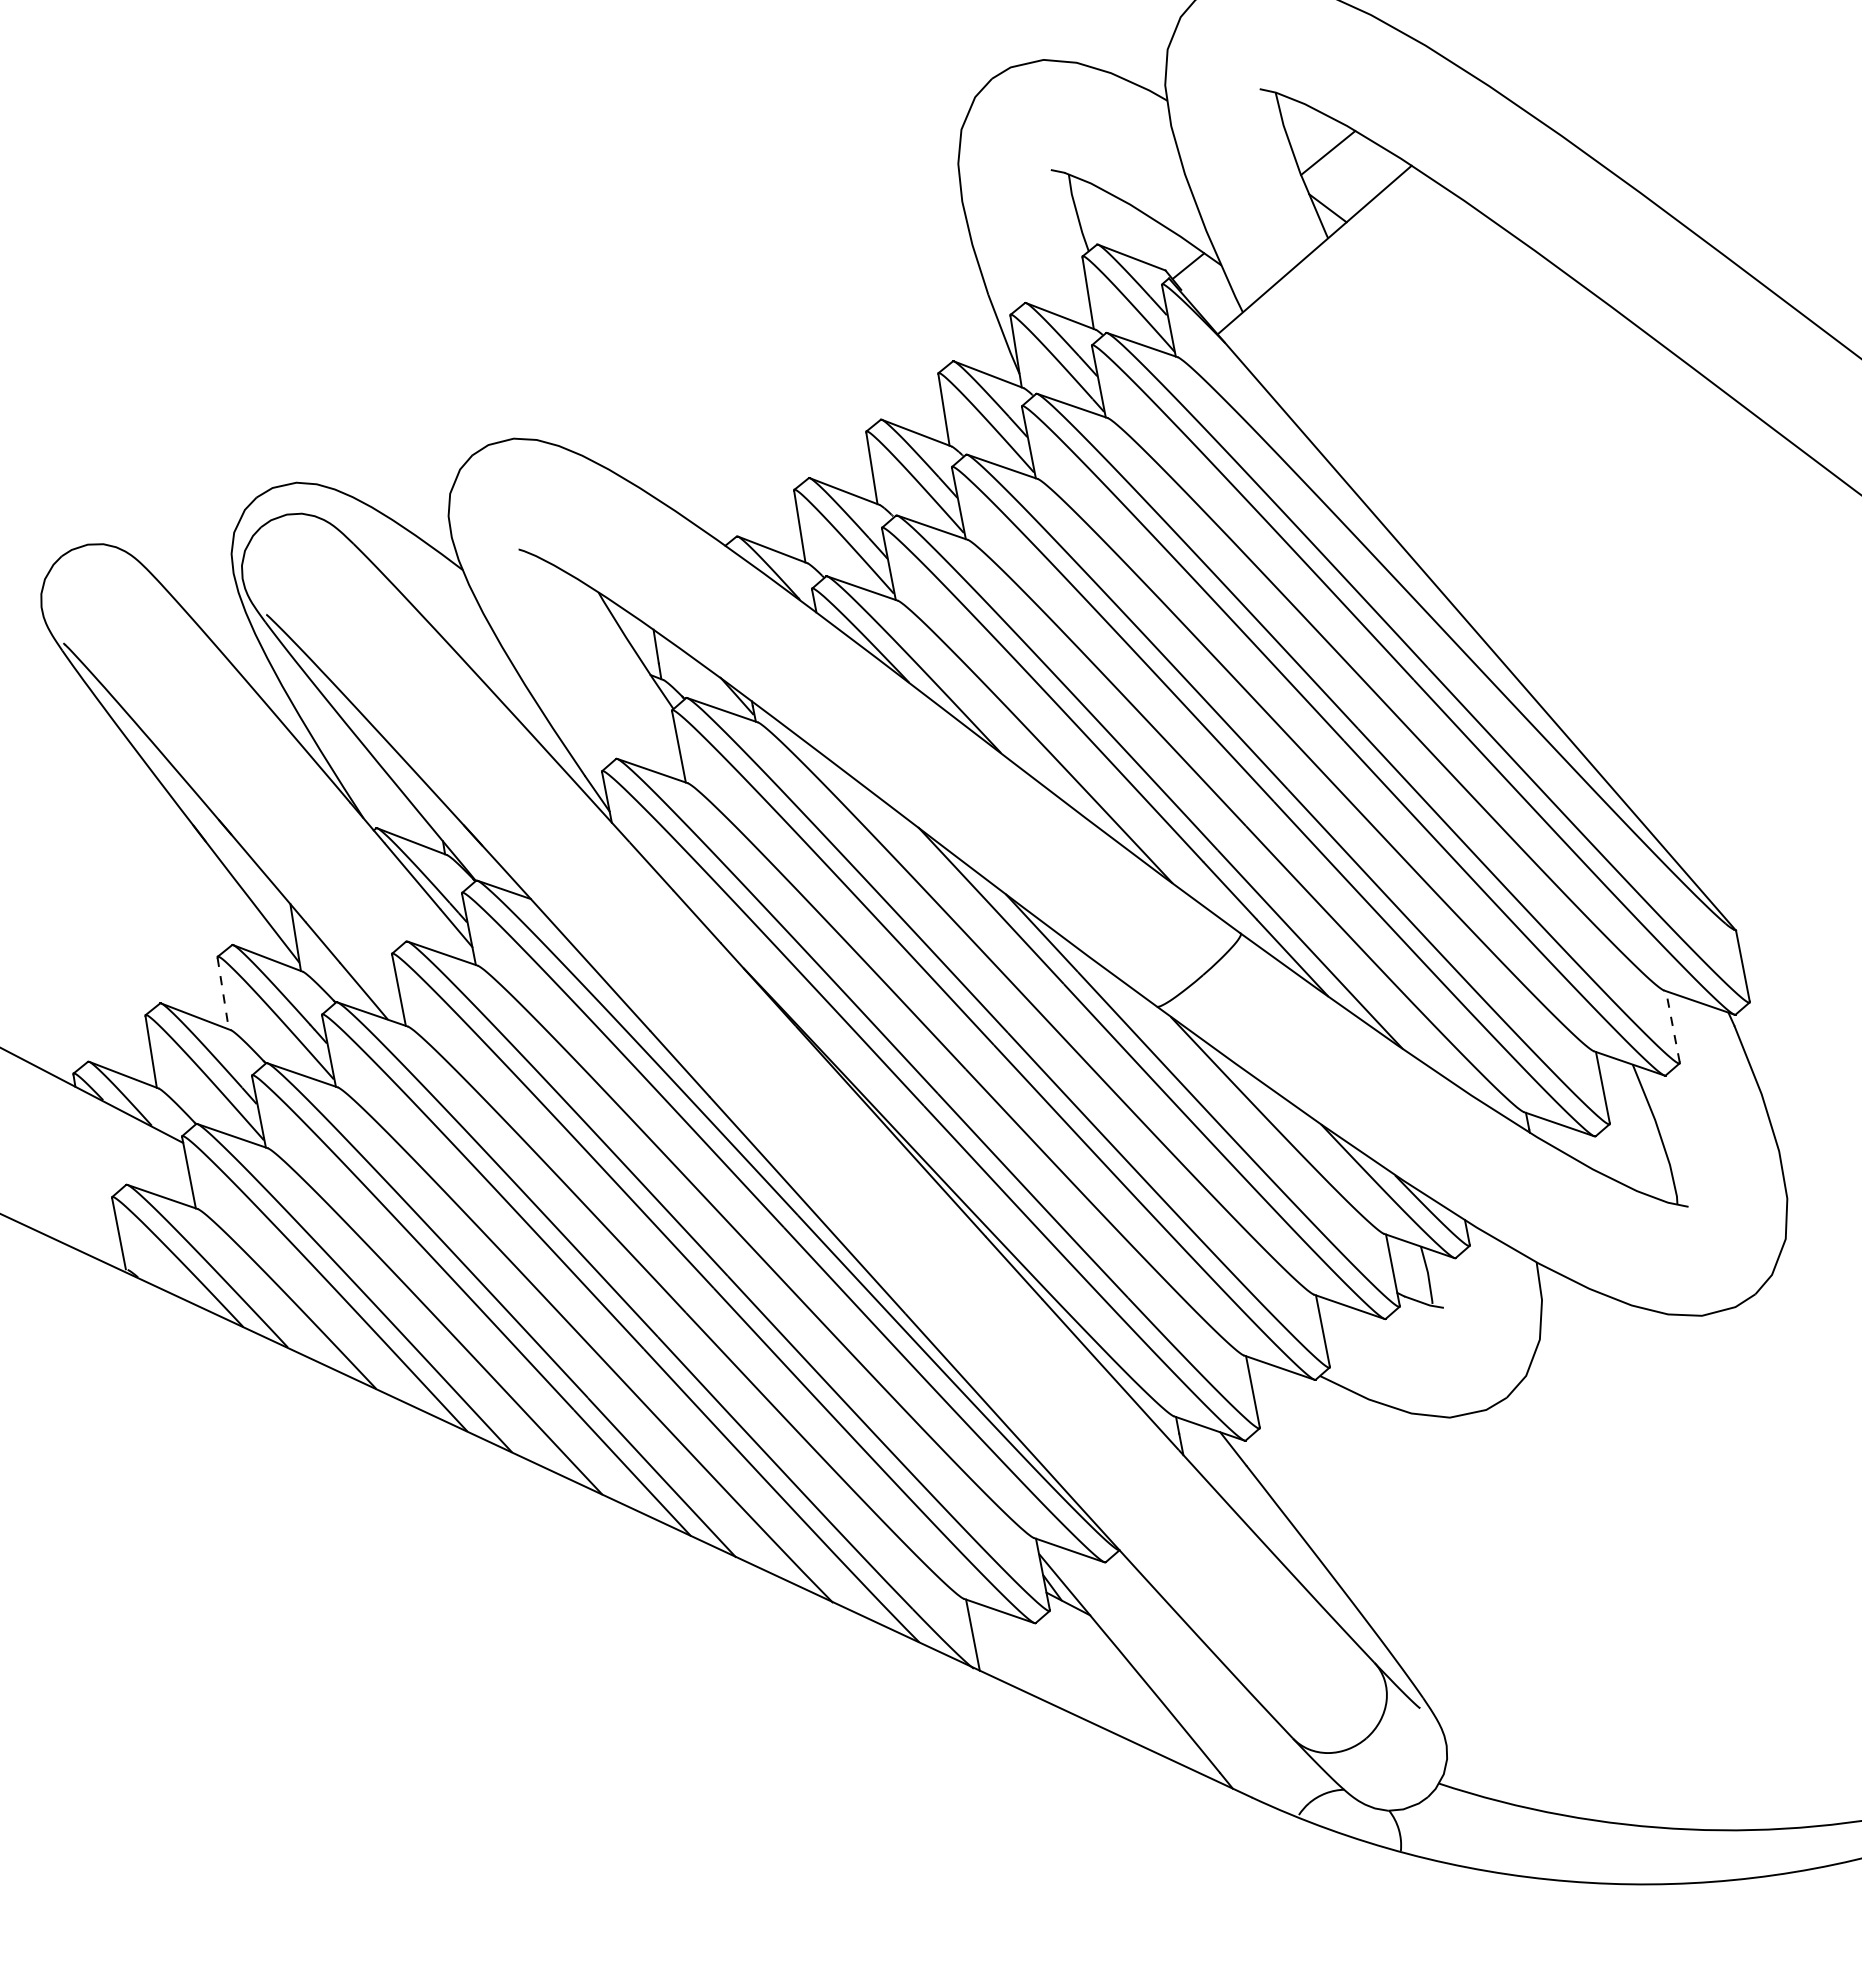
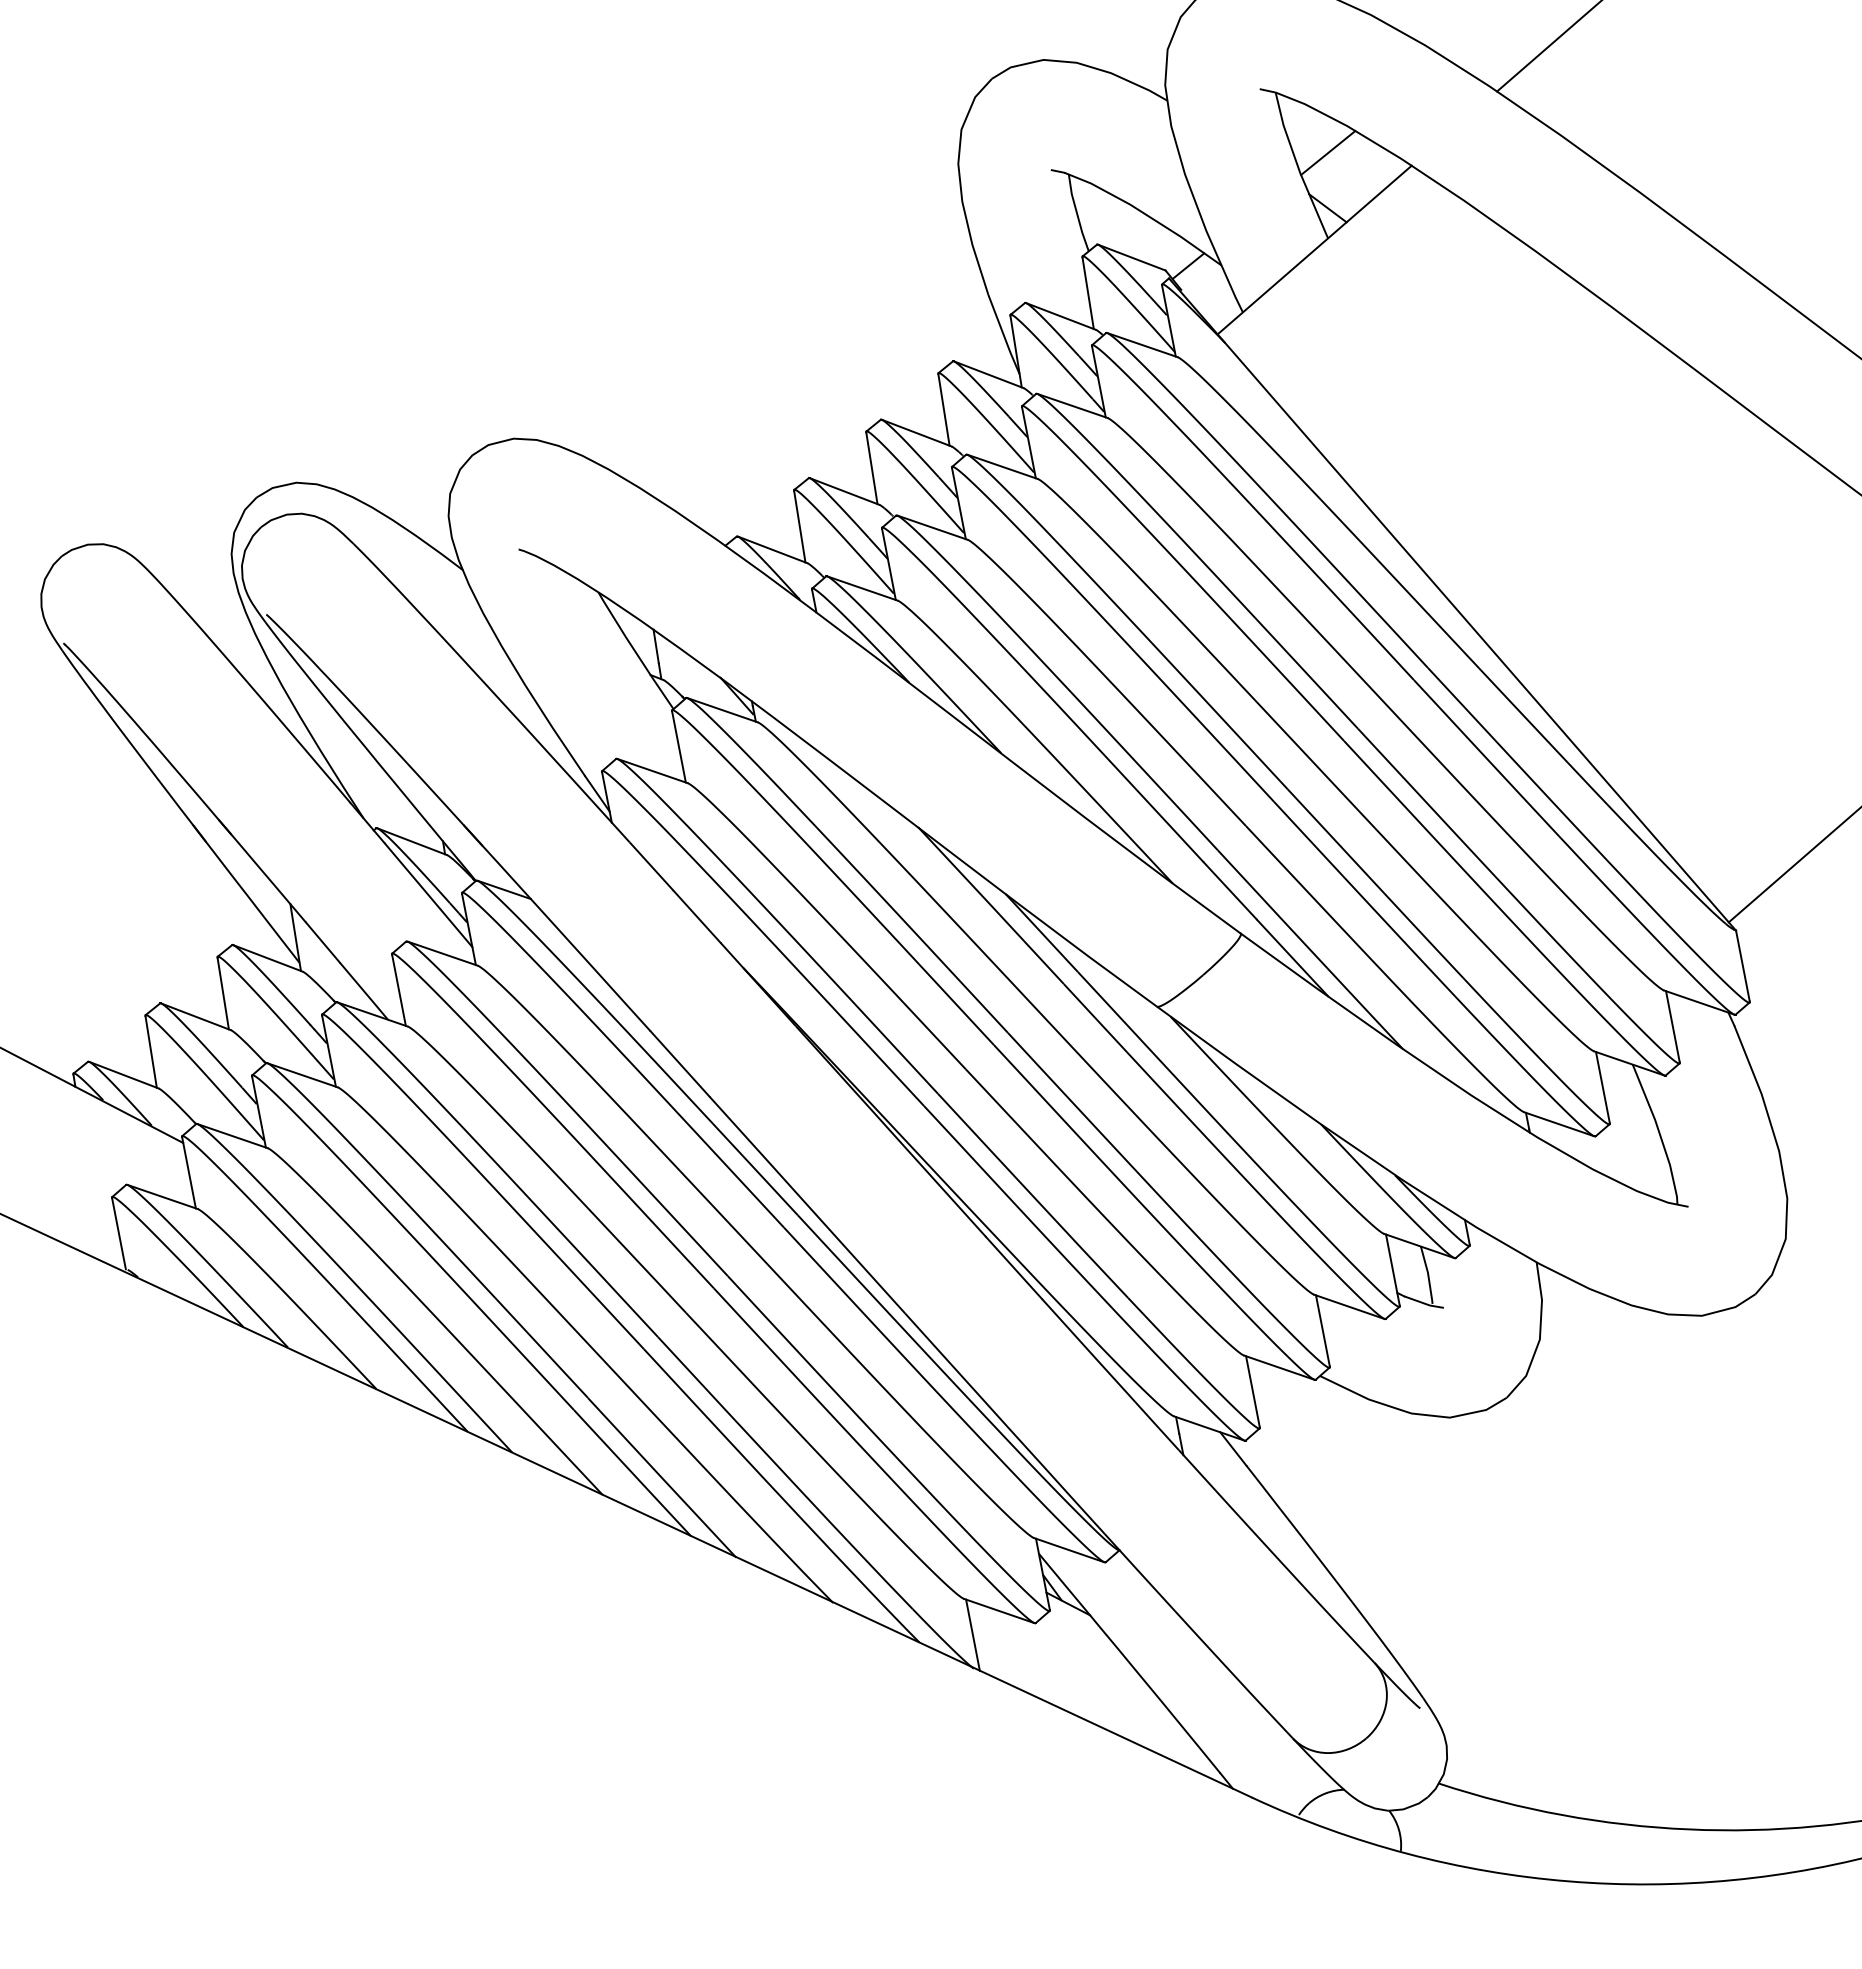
line at (1548, 46): none -> present
line at (1793, 865): none -> present
line at (223, 994): dashed -> solid
line at (1672, 1026): dashed -> solid
